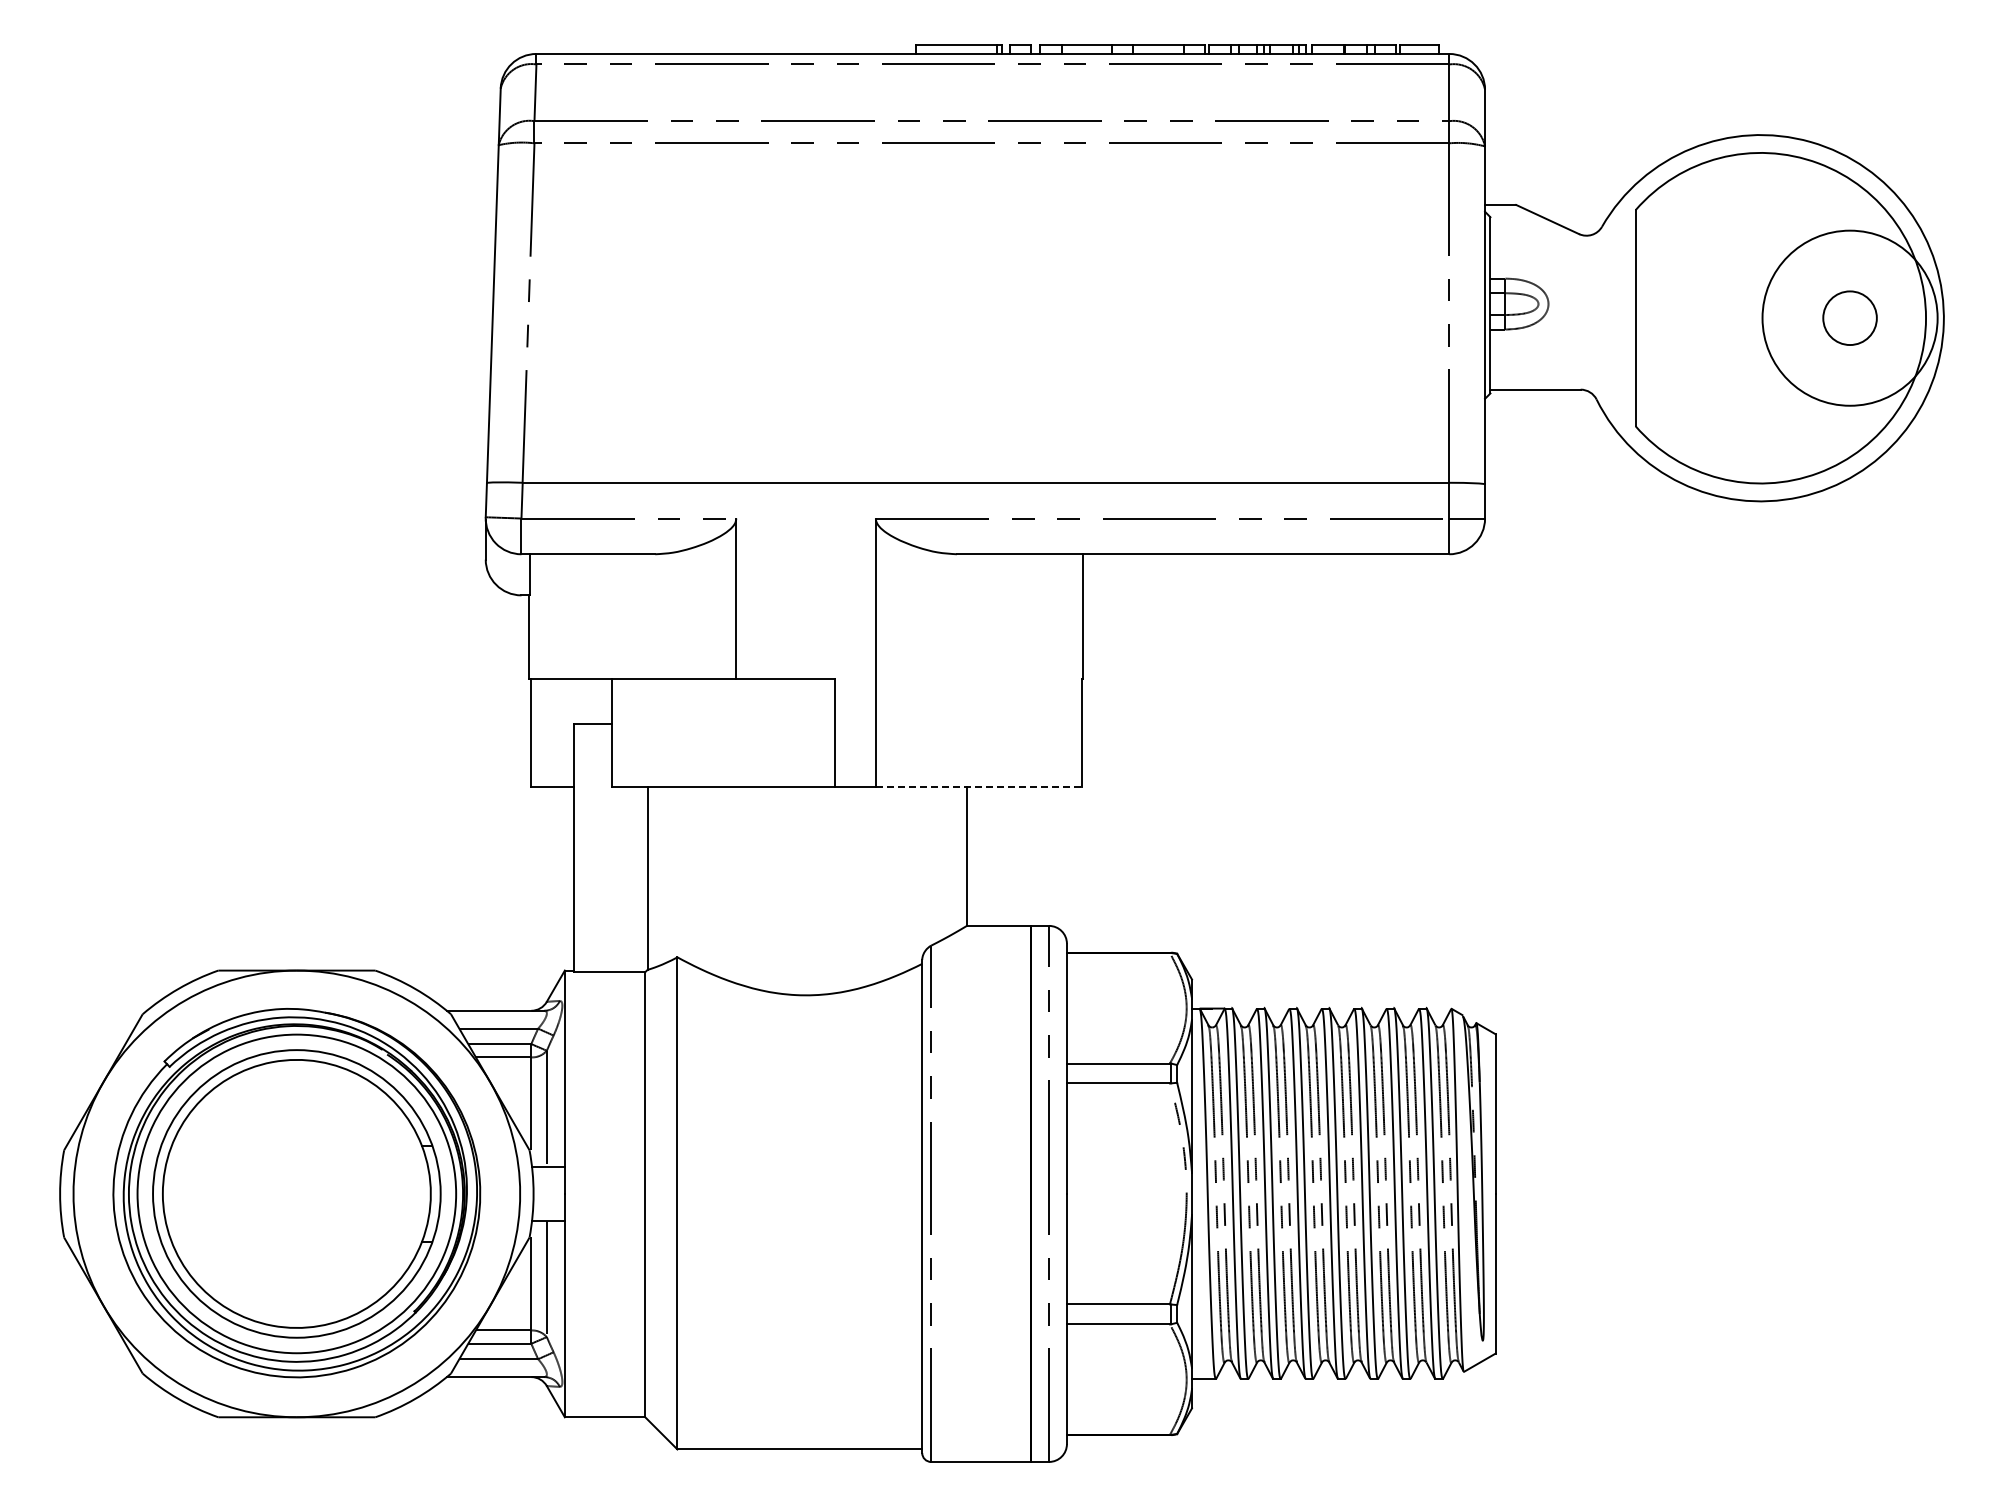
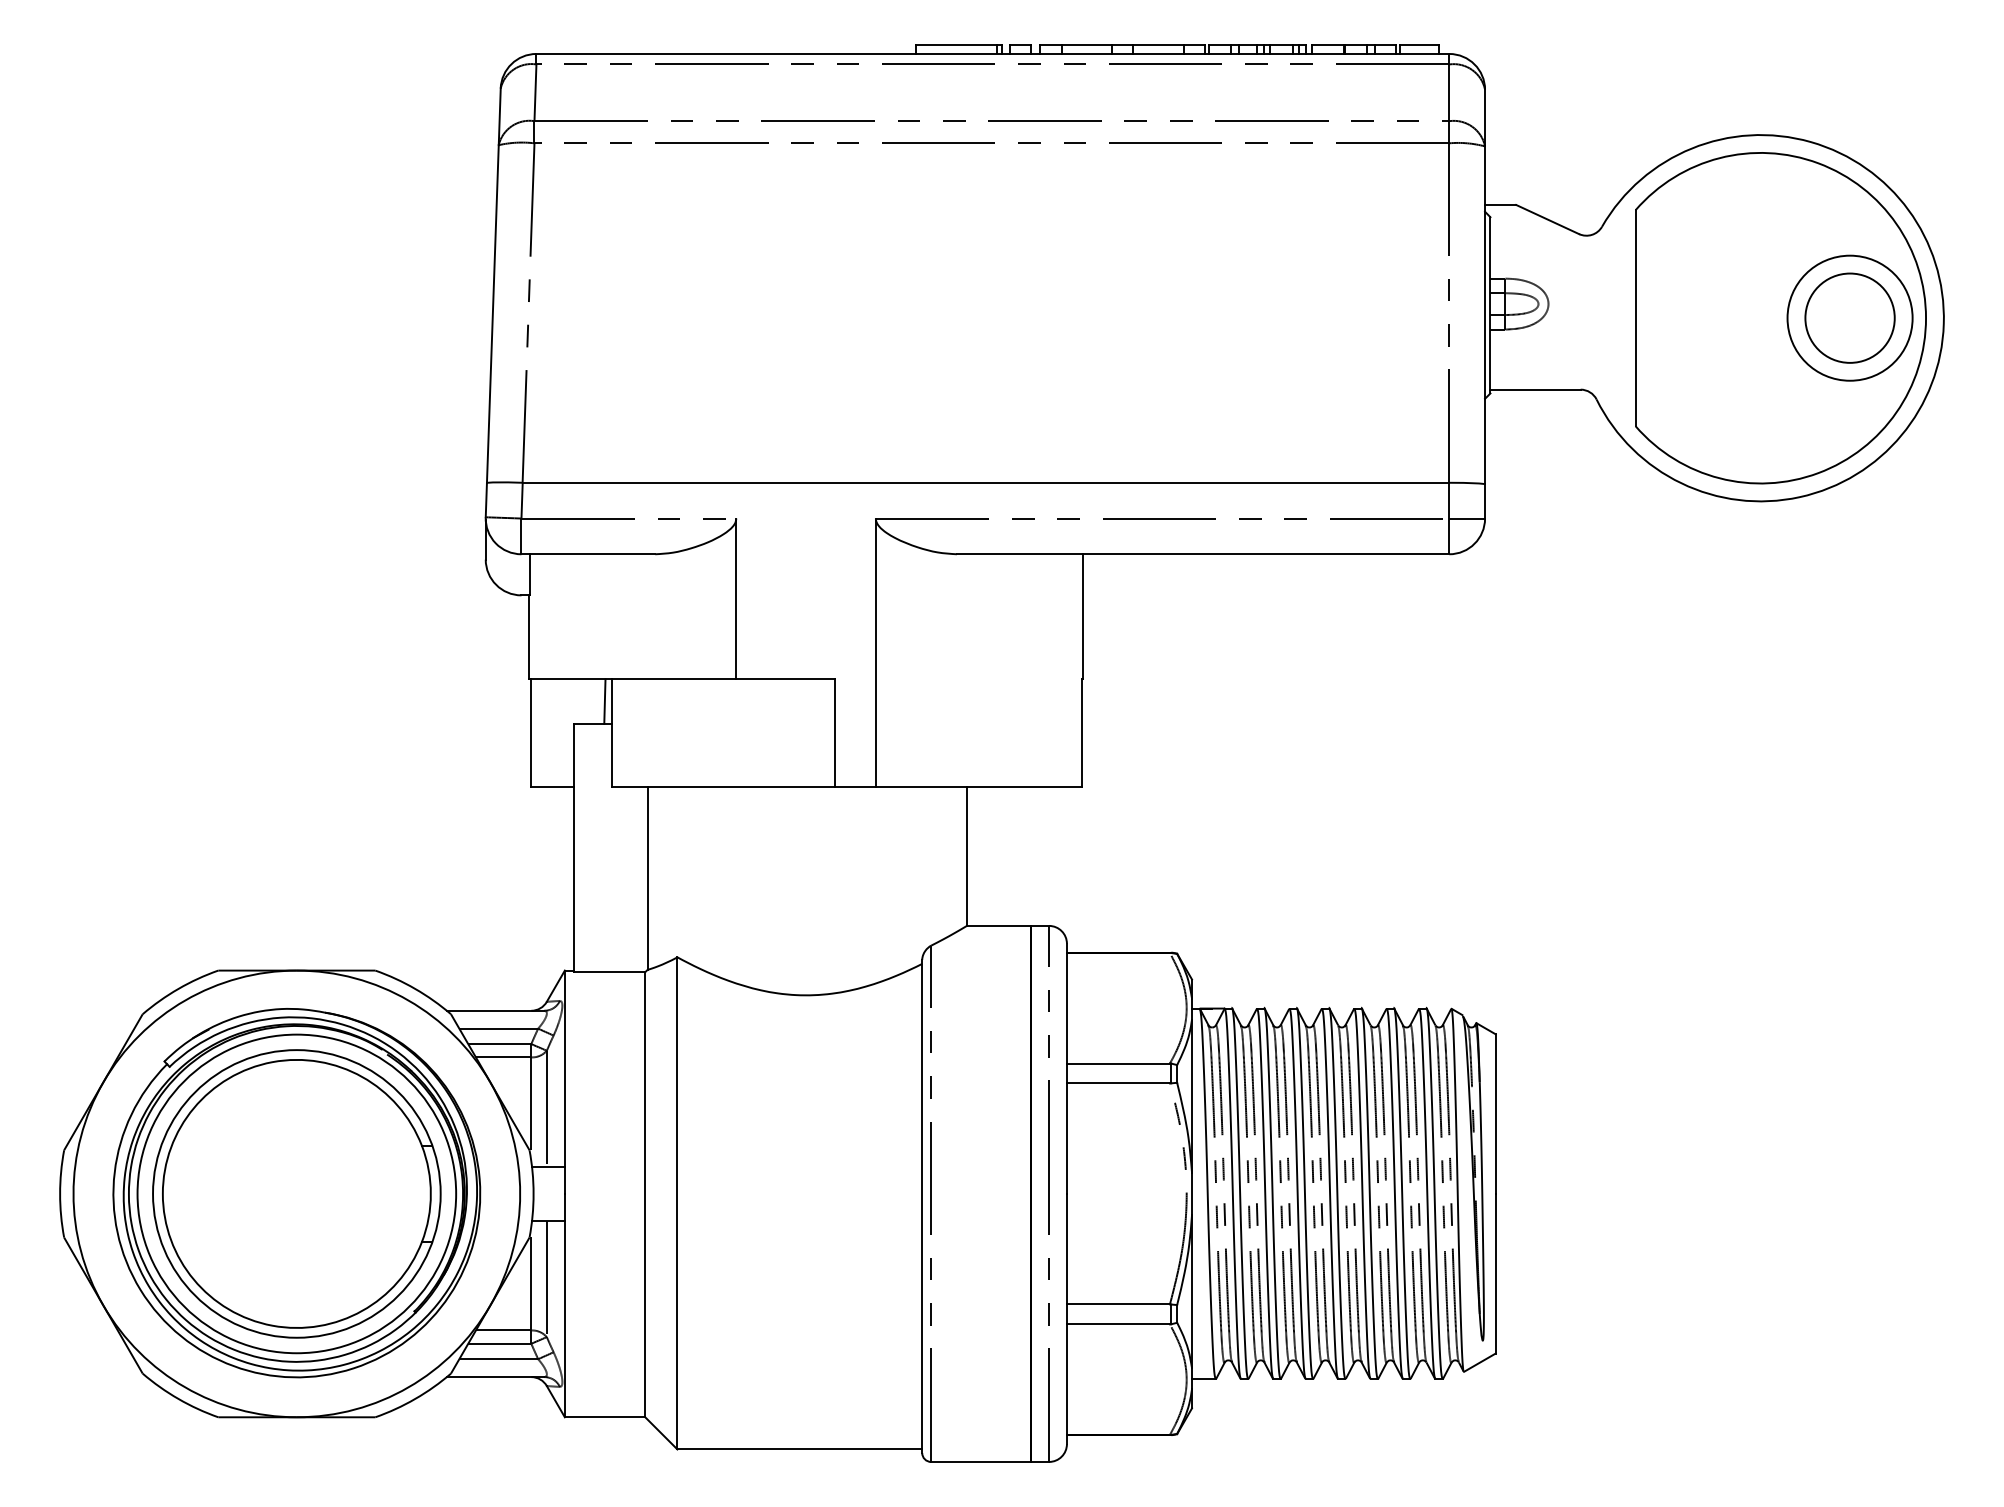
circle at (1849, 317) diameter: 175 px -> 125 px
circle at (1849, 318) diameter: 54 px -> 89 px
line at (604, 701): none -> present
line at (978, 786): dashed -> solid
